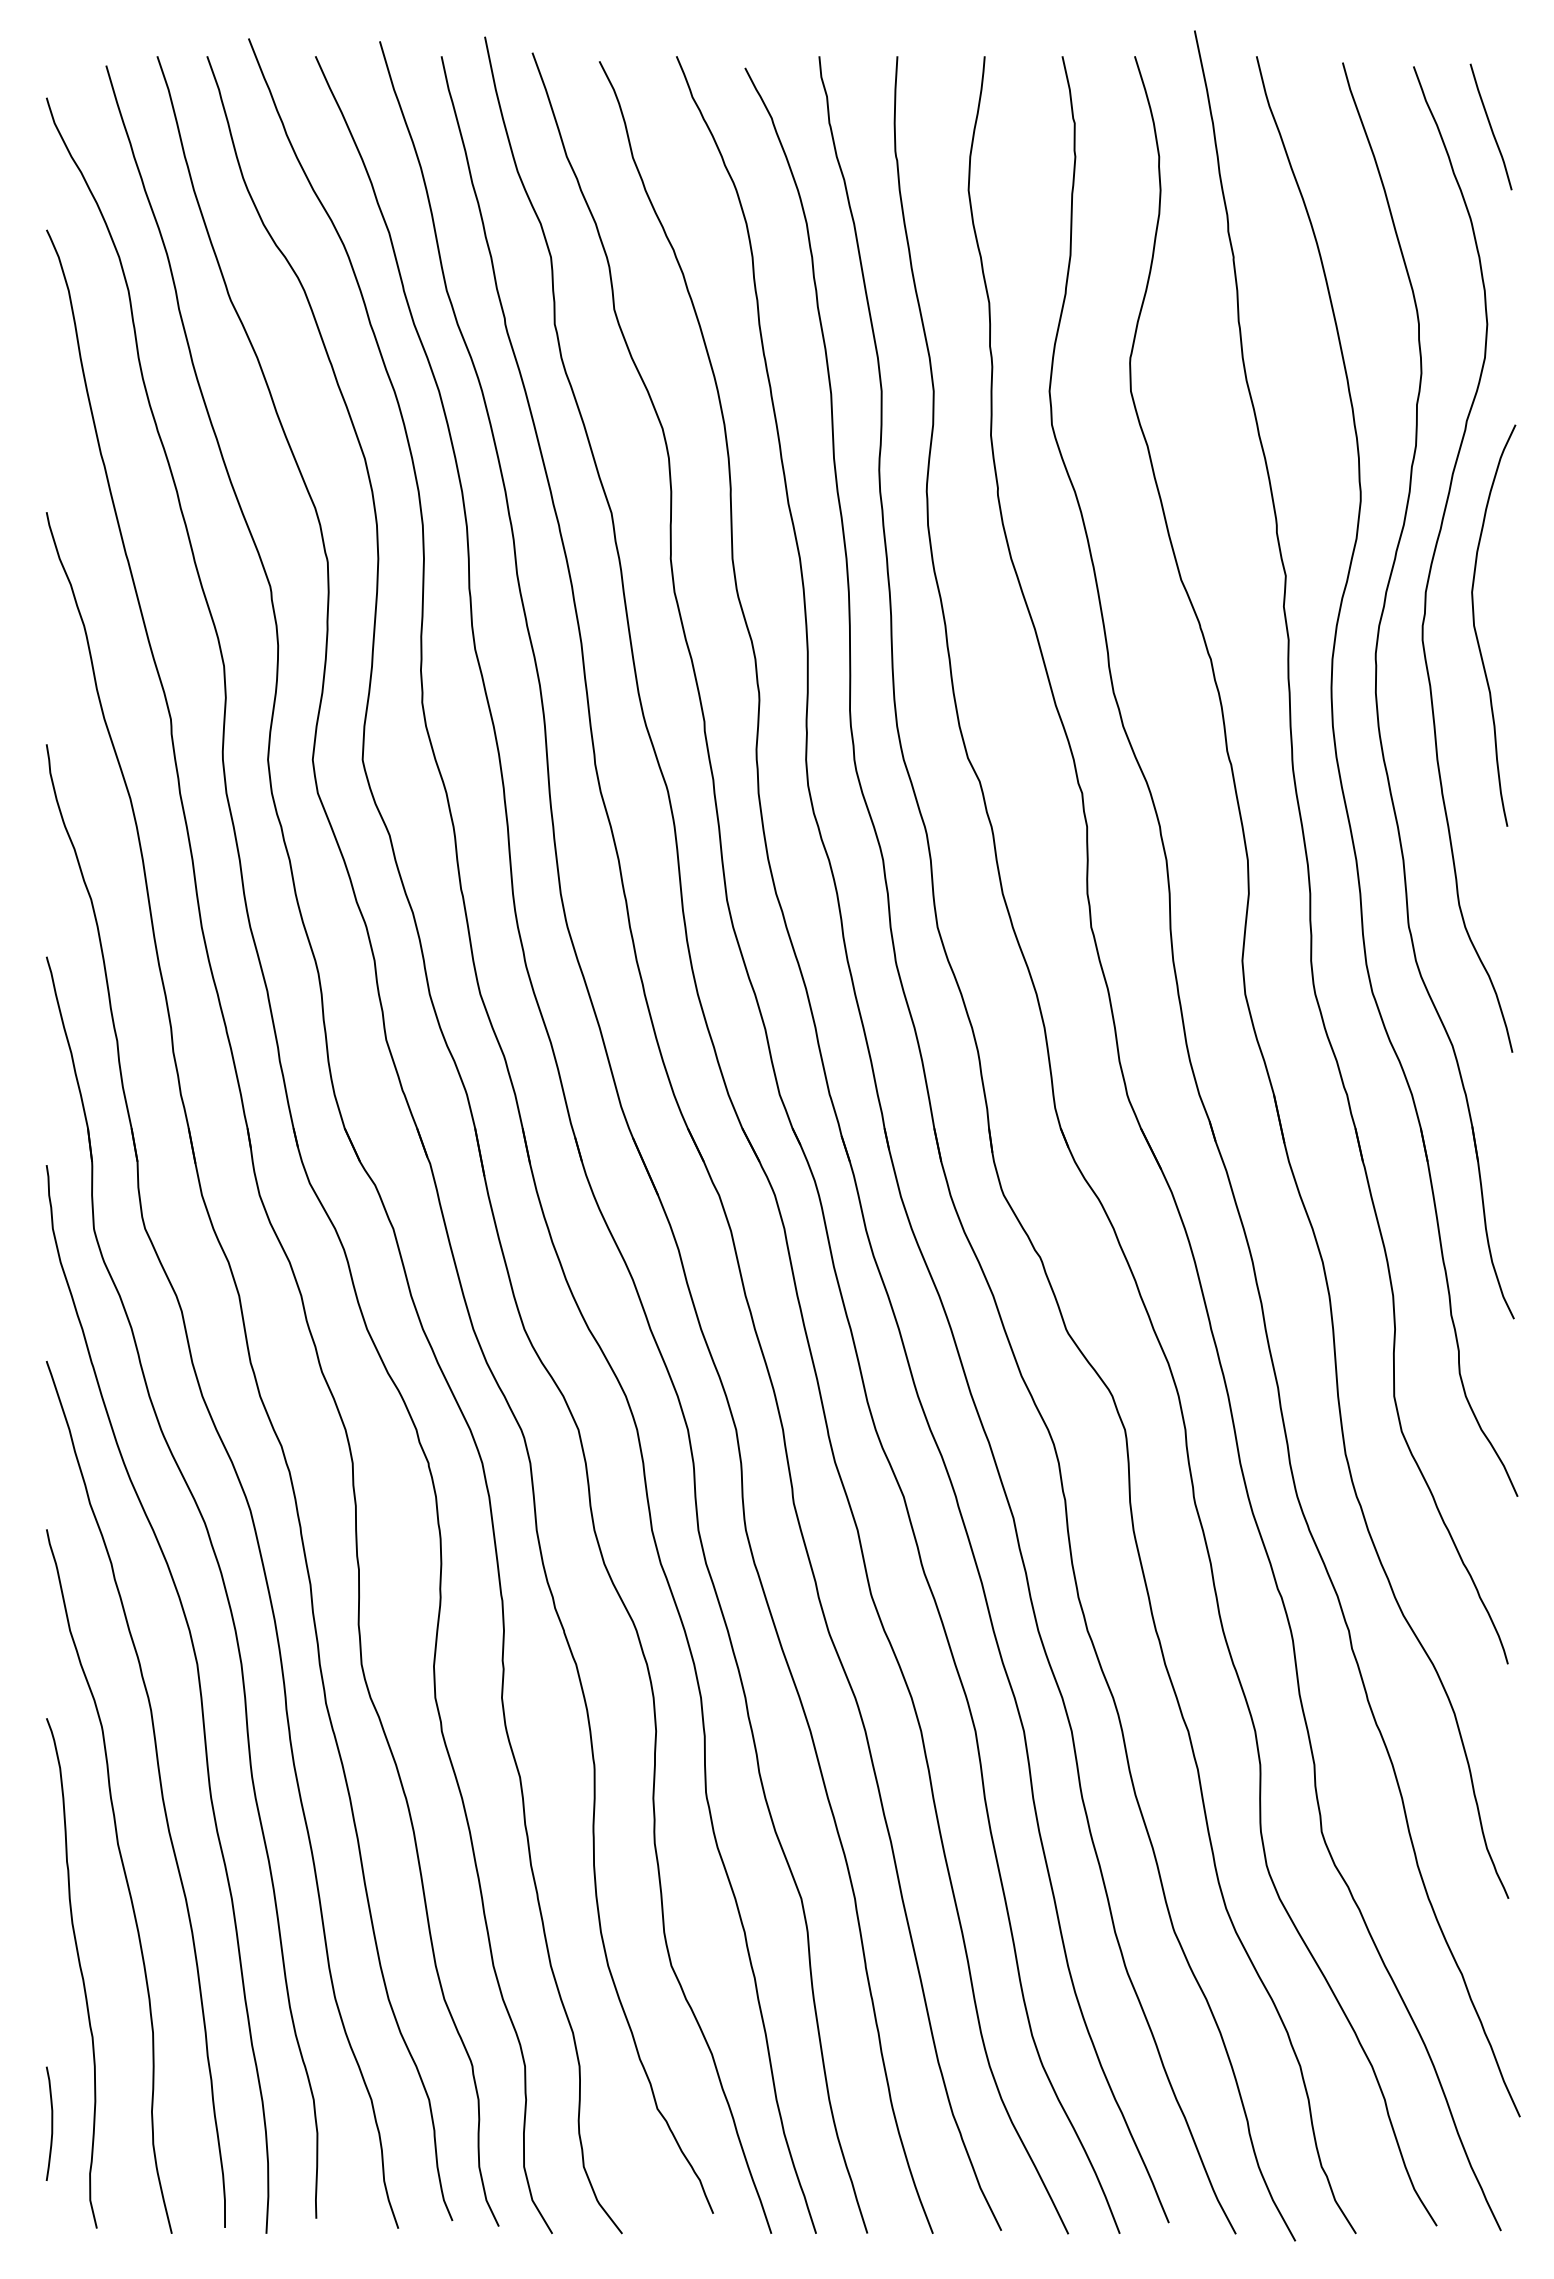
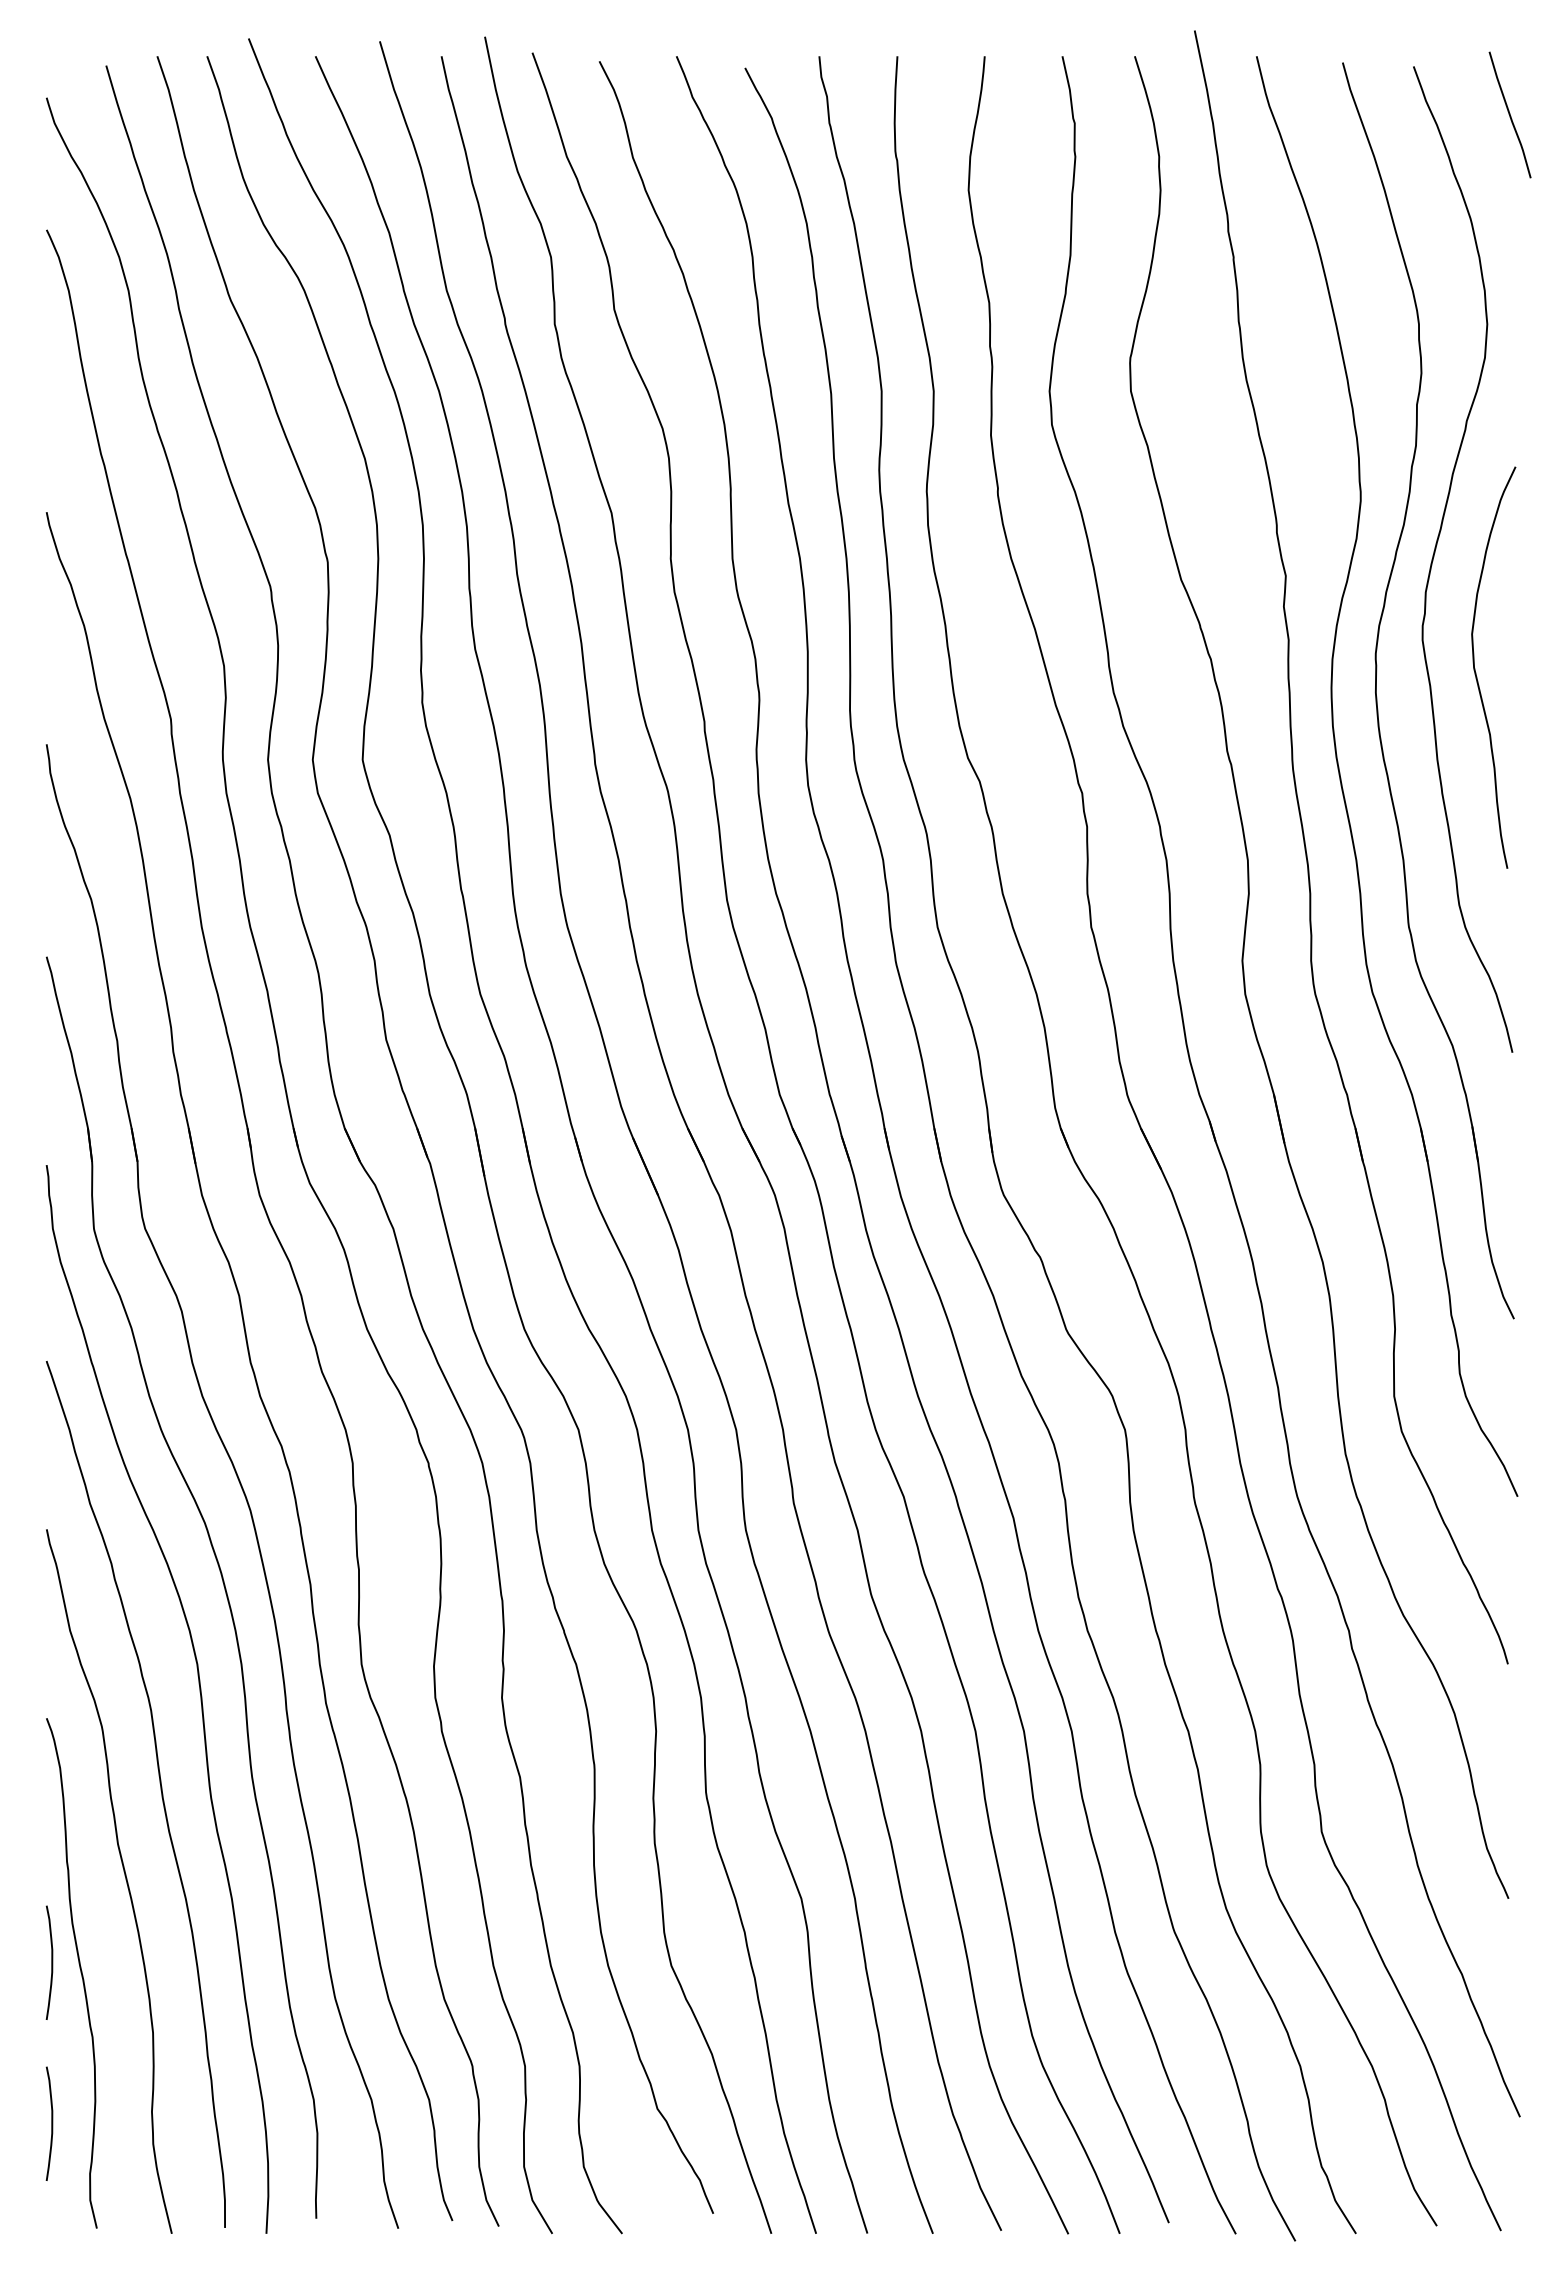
curve at (1490, 126) position: (1490, 126) -> (1509, 114)
curve at (1476, 630) position: (1476, 630) -> (1476, 672)
curve at (51, 1962): none -> present
